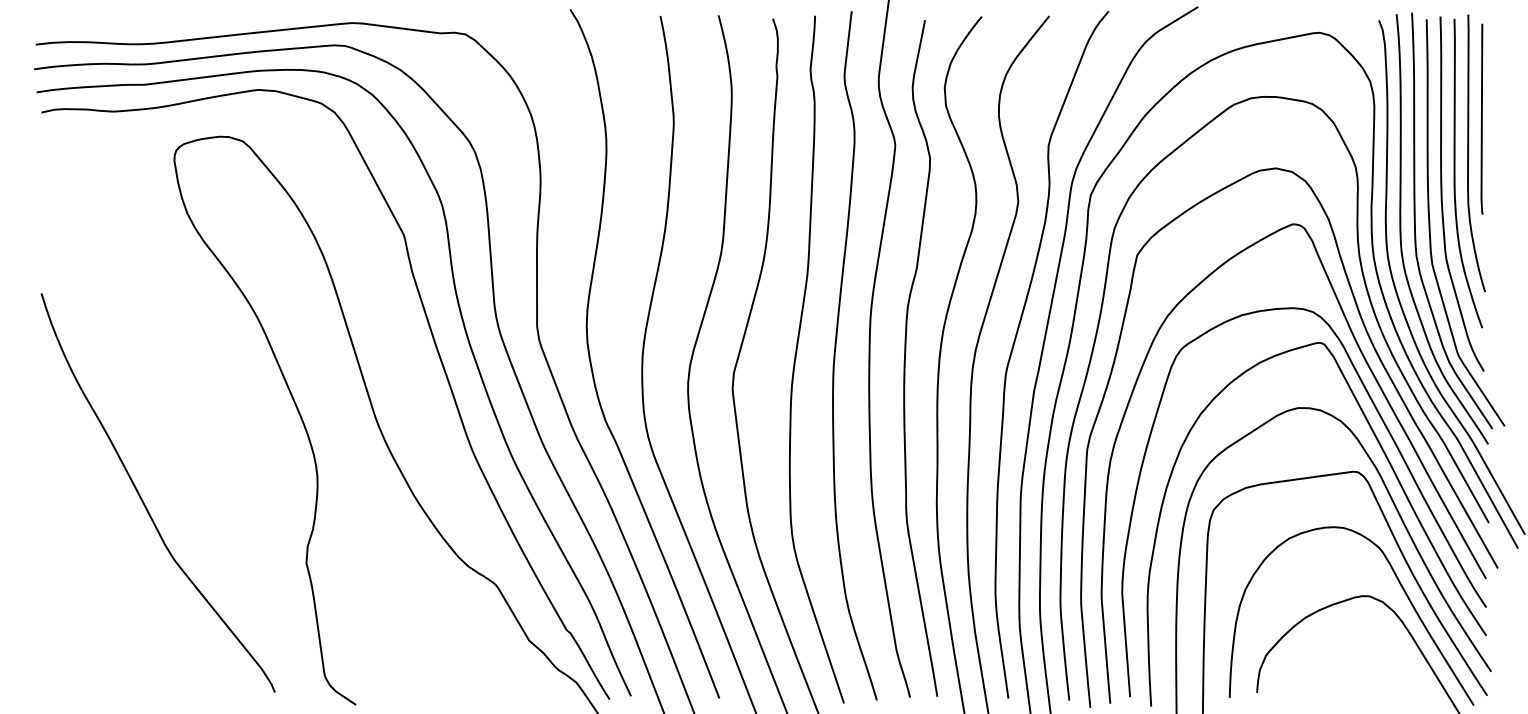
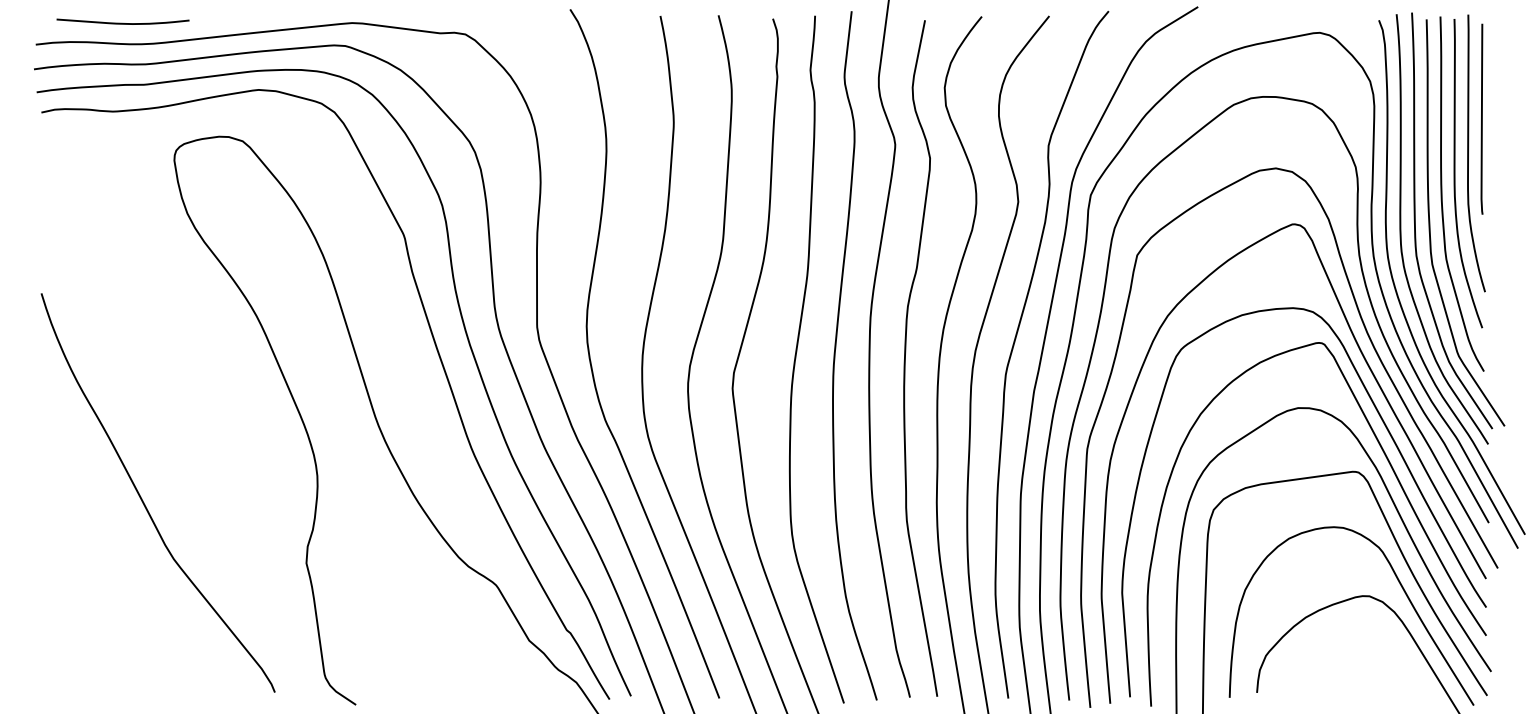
curve at (122, 22): none -> present
